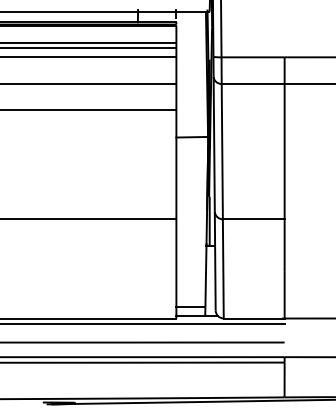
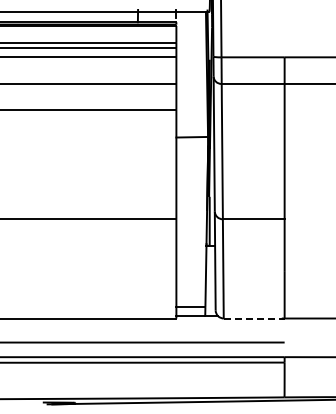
line at (254, 318): solid -> dashed
line at (143, 323): present -> none
